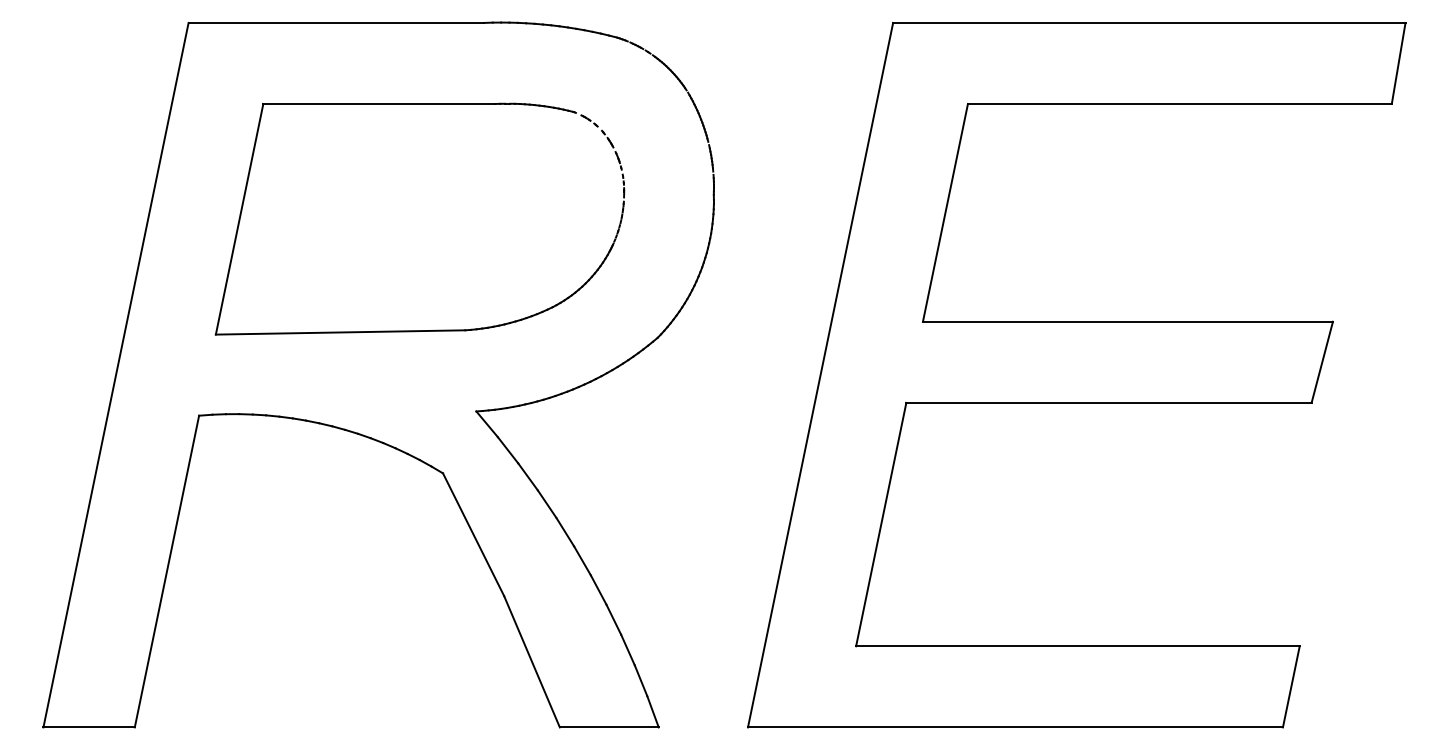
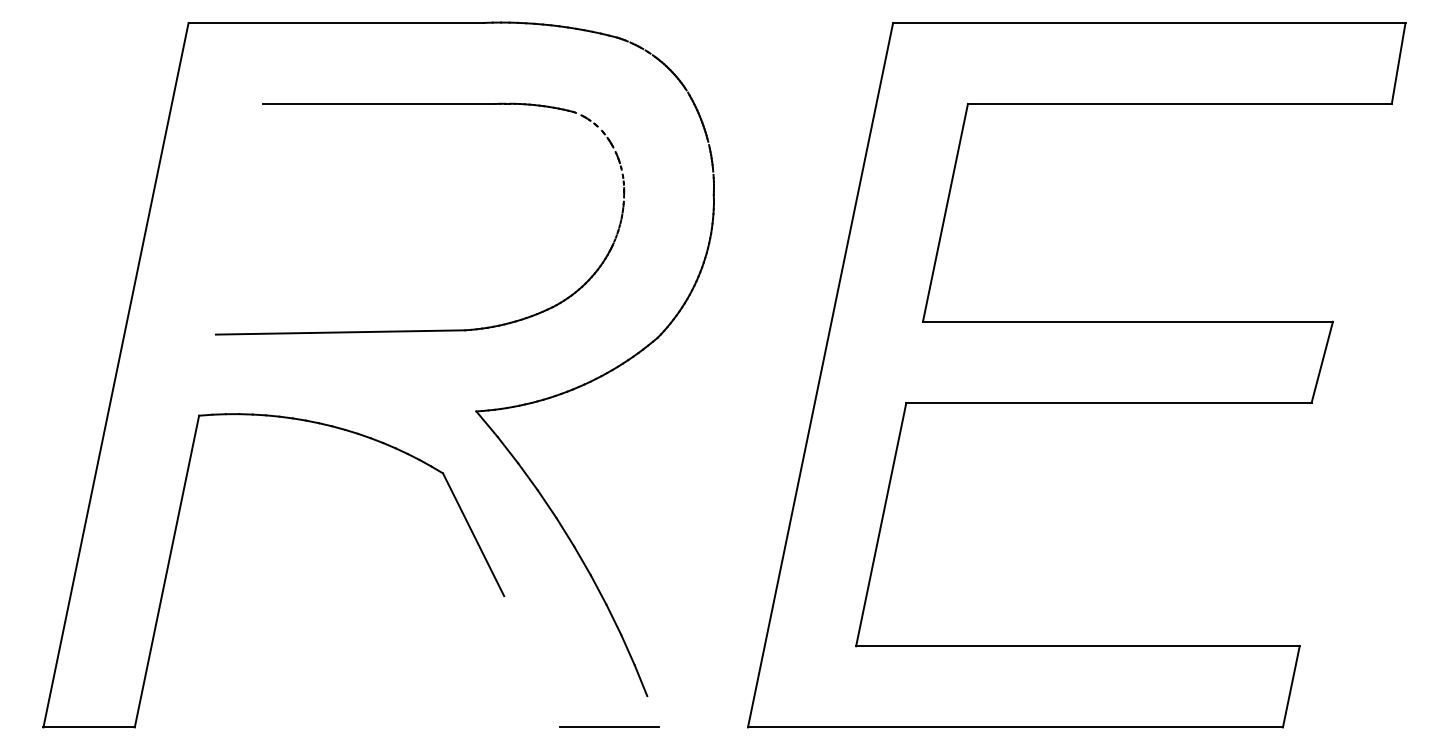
line at (239, 218): present -> none
line at (531, 661): present -> none
line at (652, 711): present -> none
